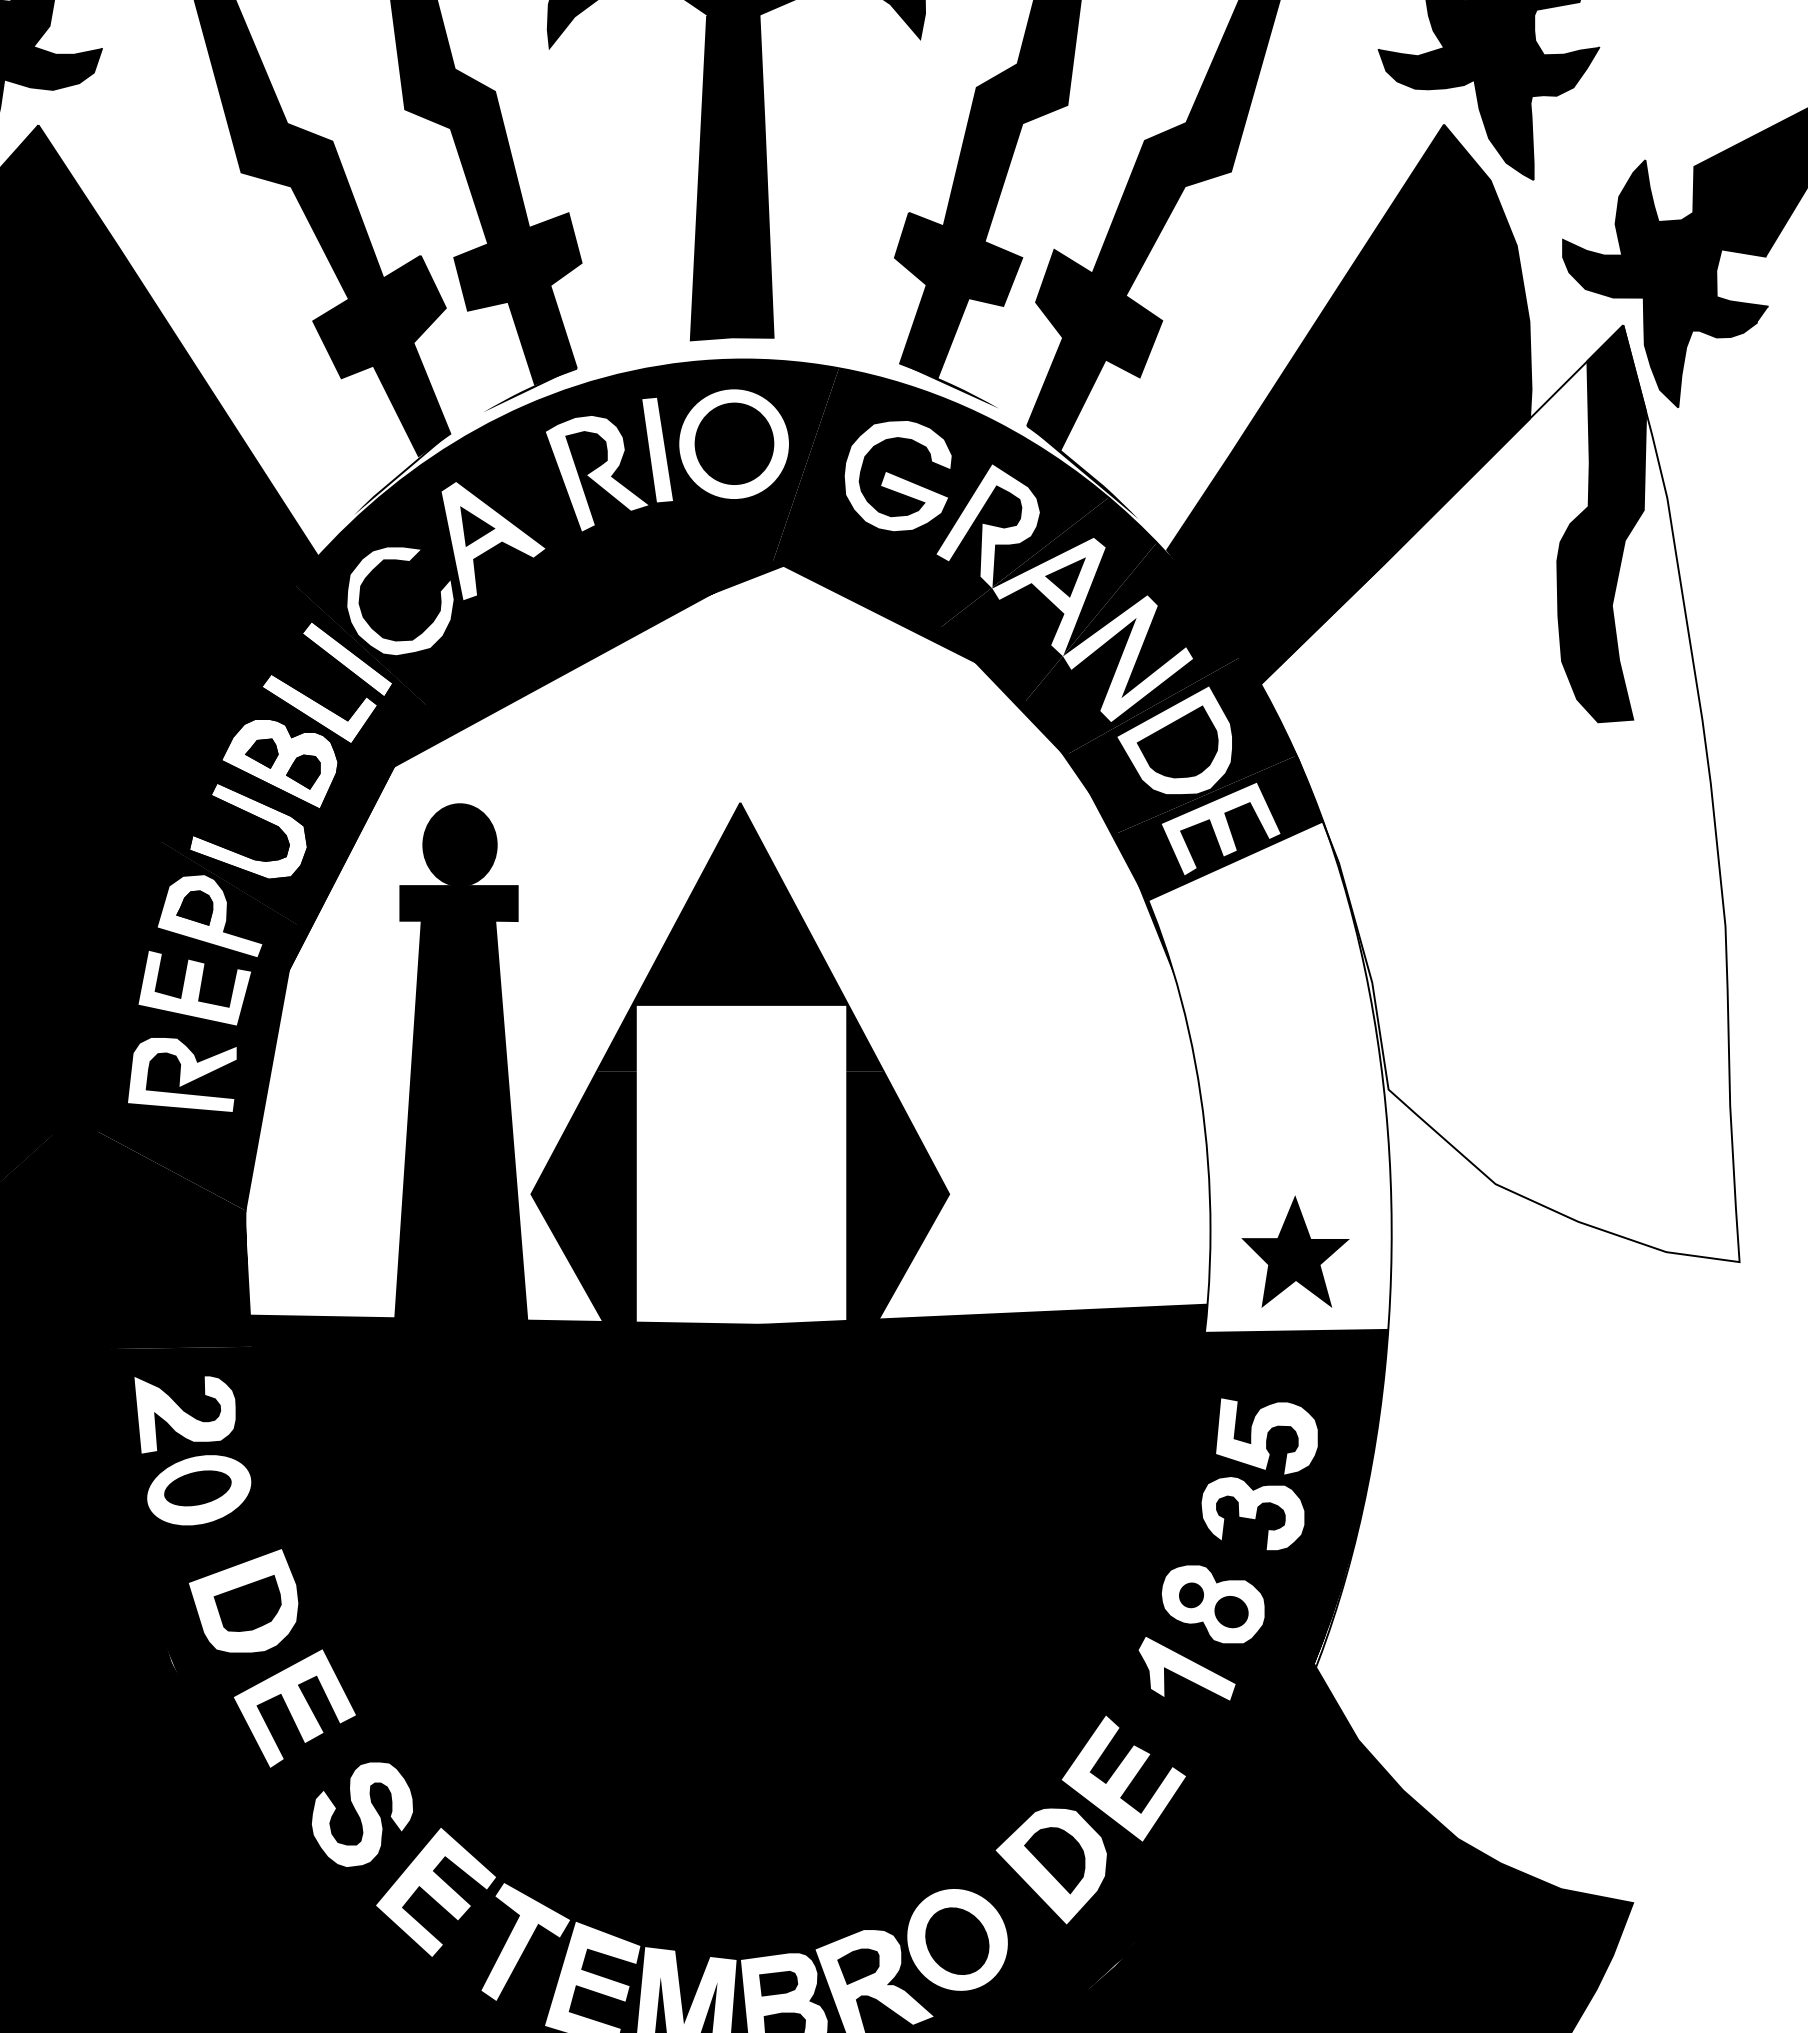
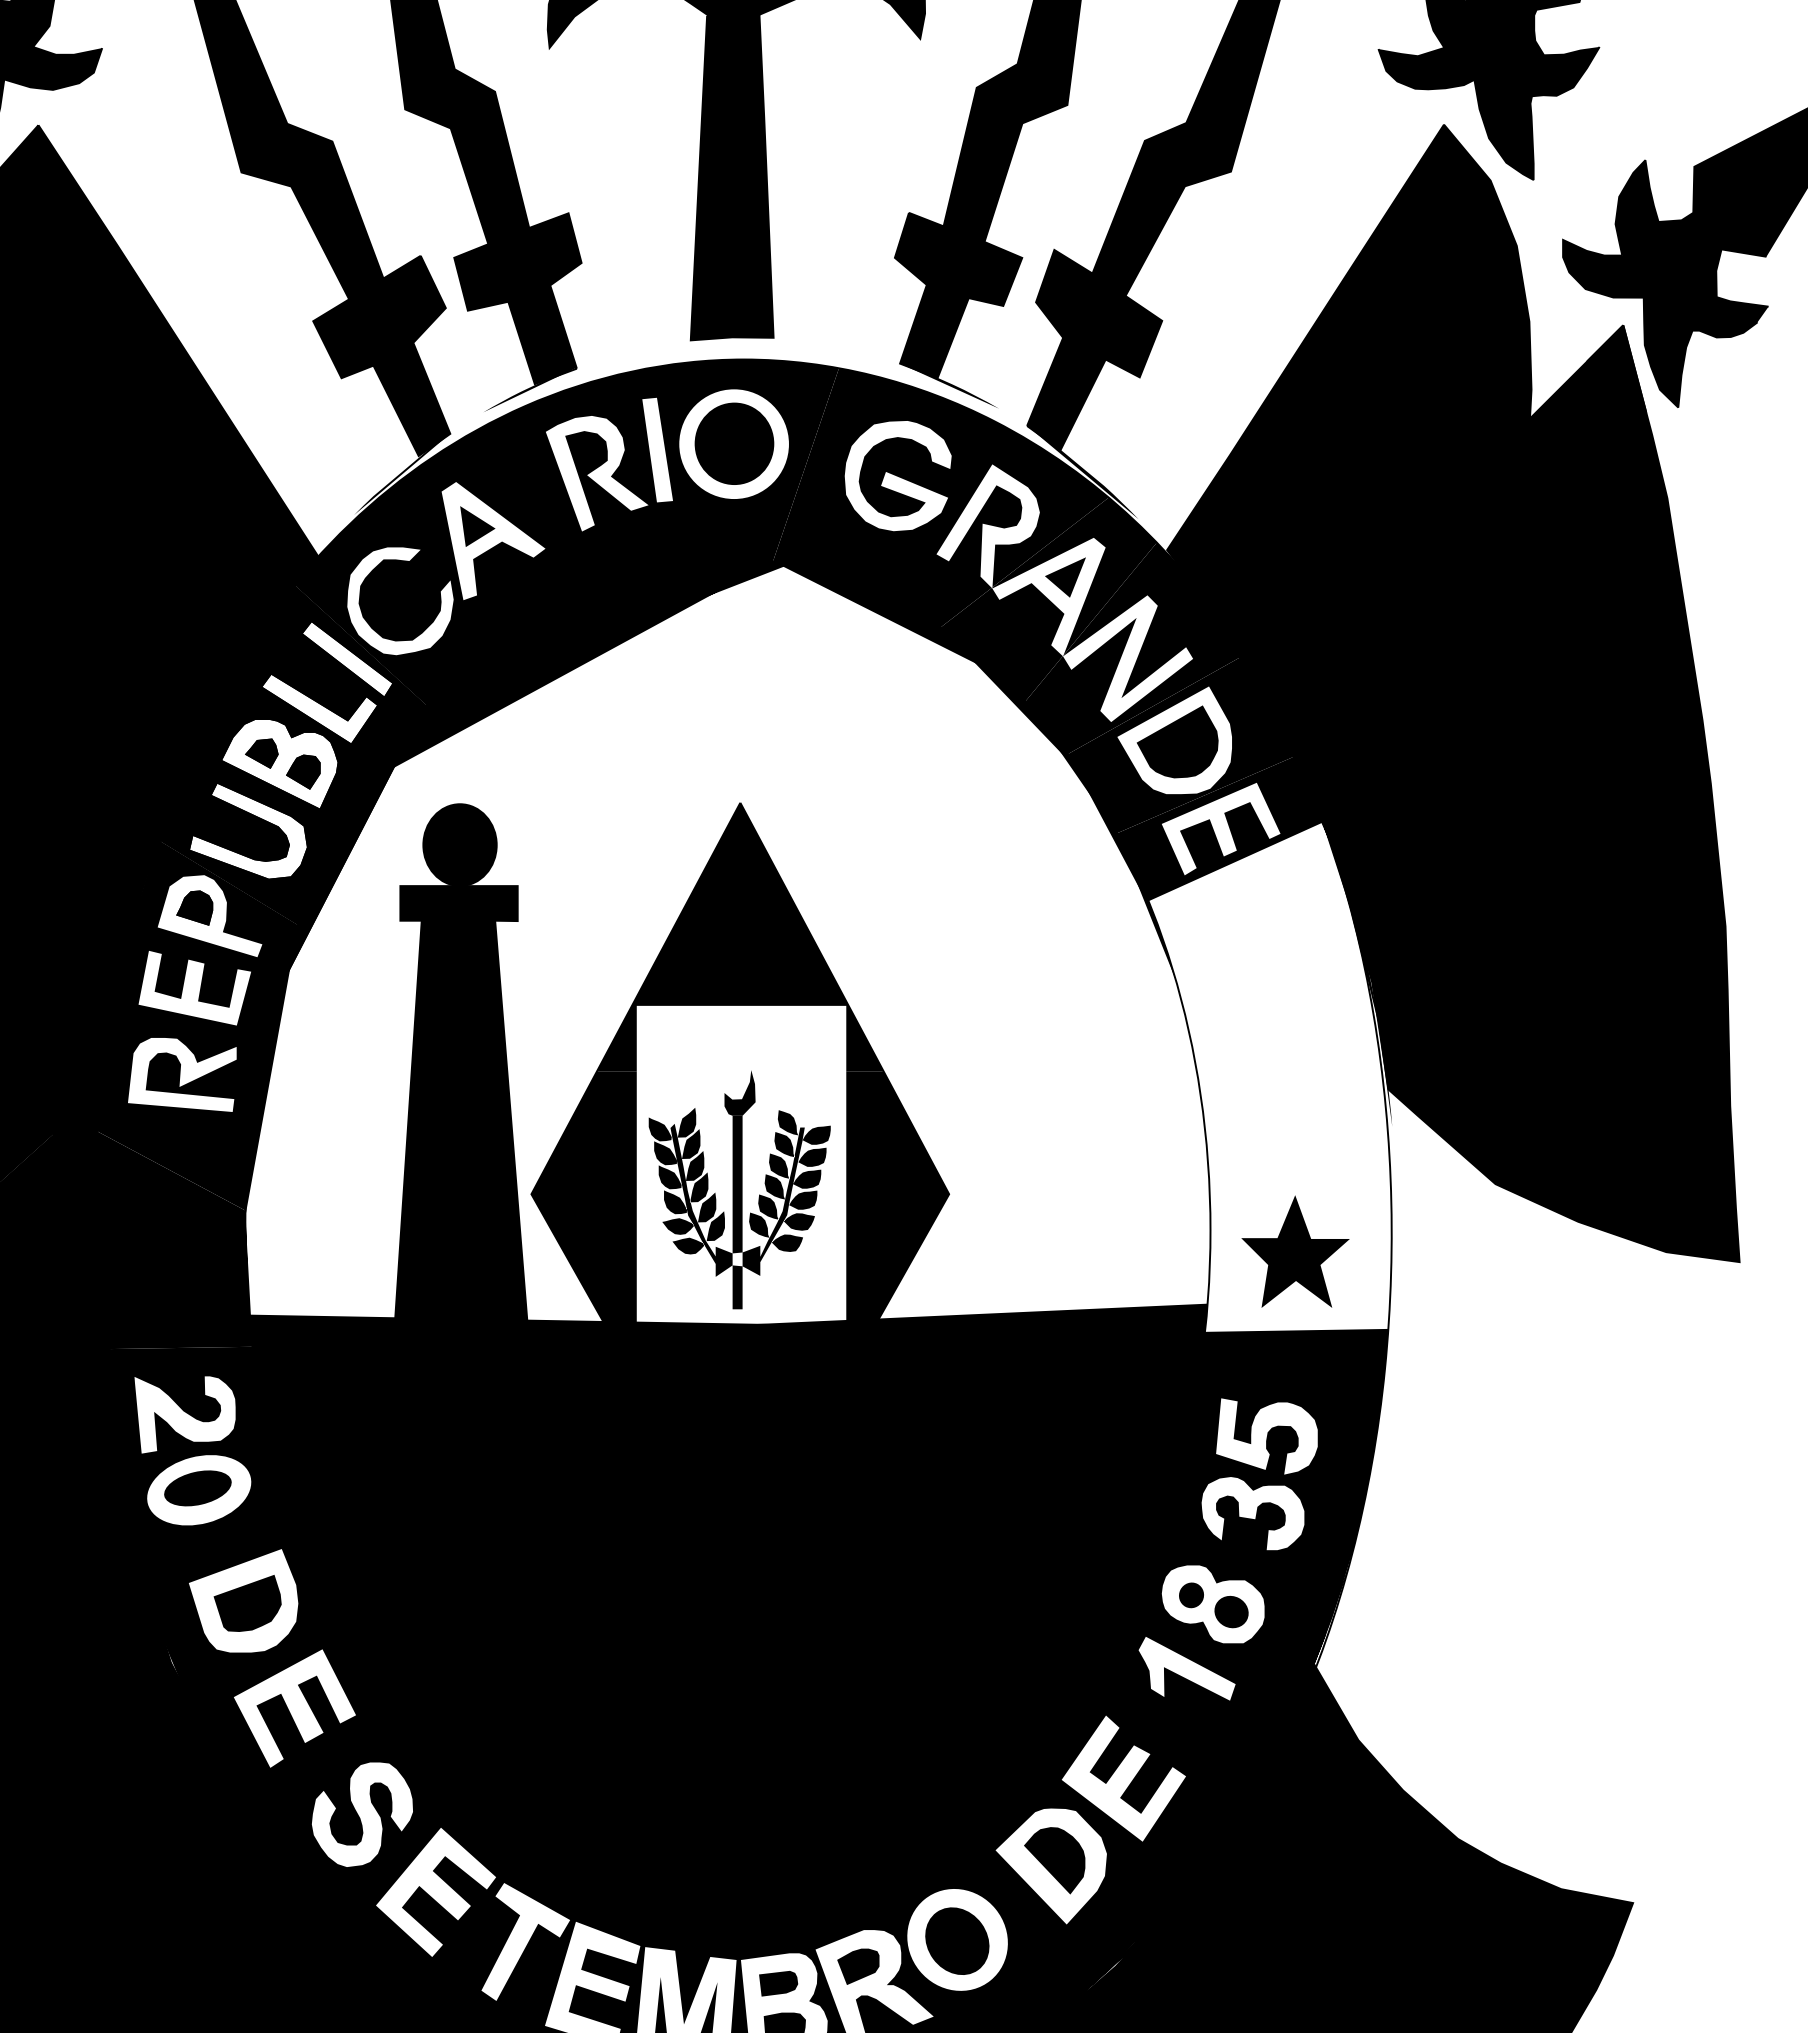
fill at (1499, 811): none -> present
part at (739, 1189): none -> present
